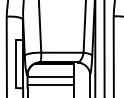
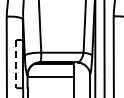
line at (16, 64): solid -> dashed
line at (50, 85): present -> none
